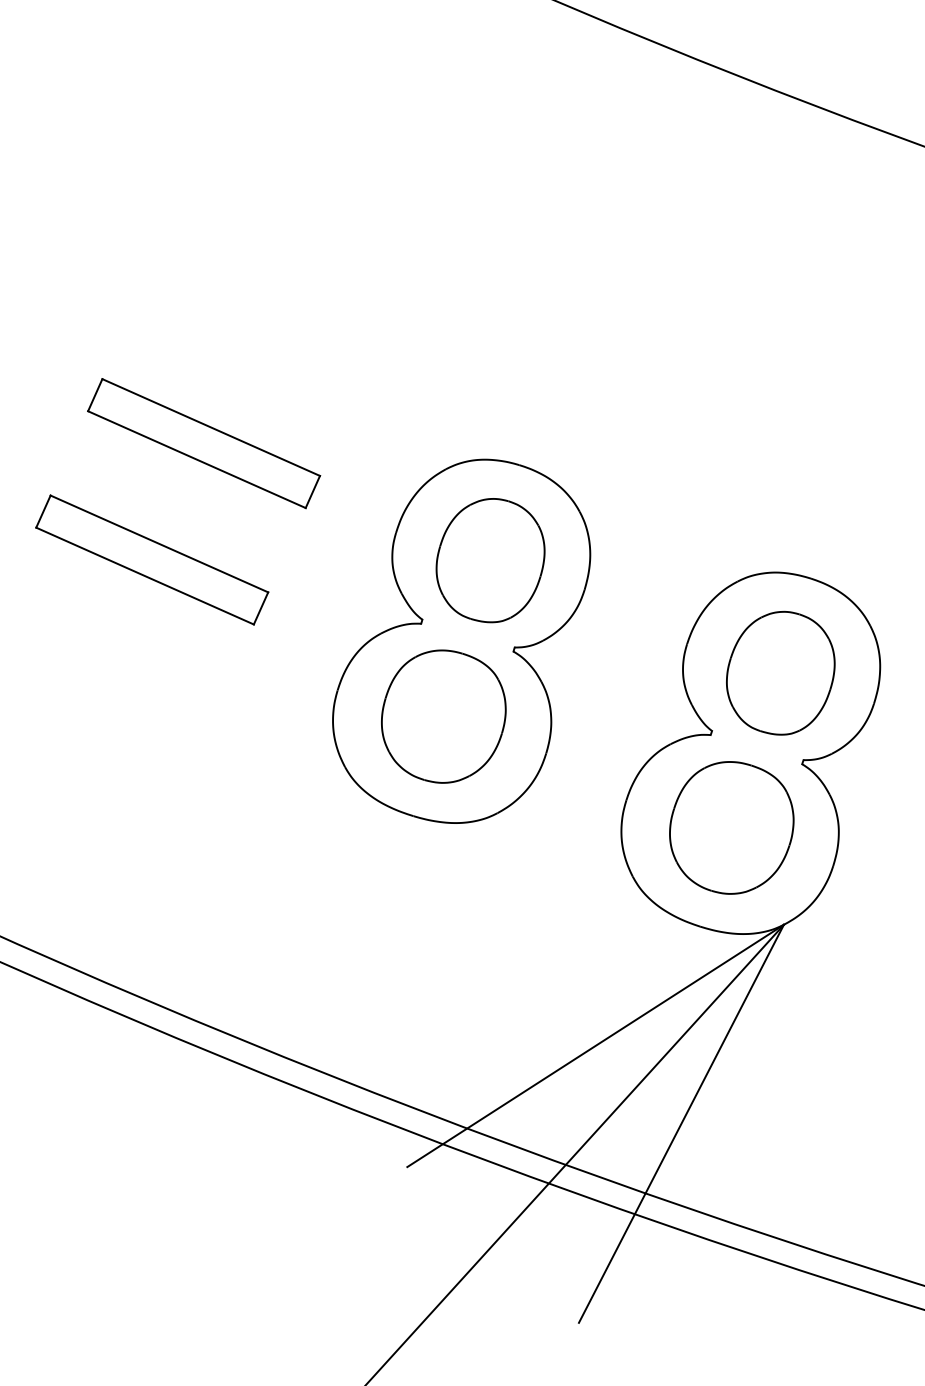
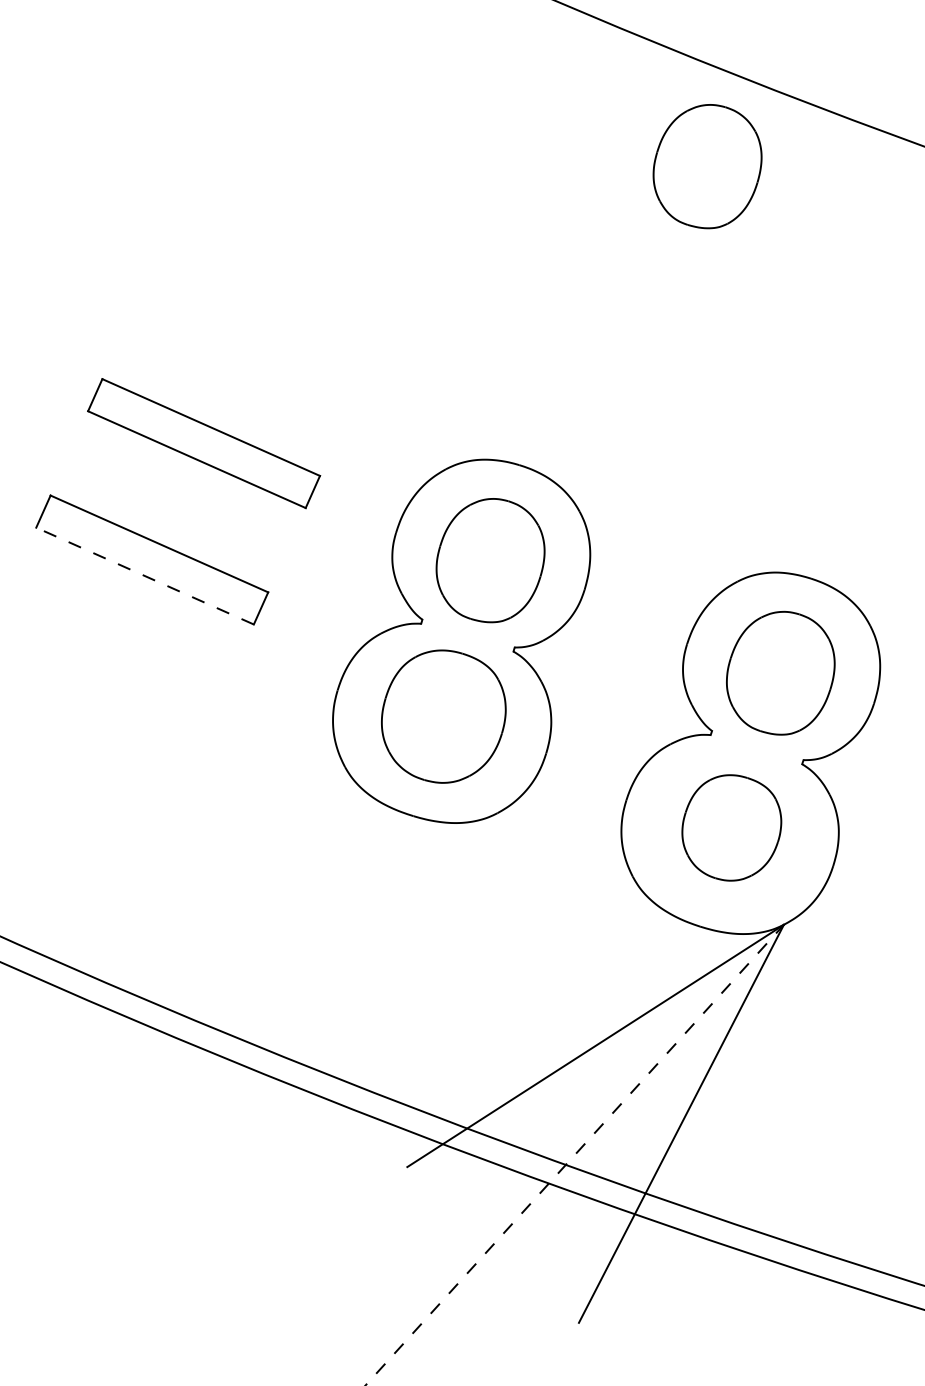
part at (707, 166): none -> present
line at (144, 575): solid -> dashed
part at (731, 827) size: 126x134 px -> 102x108 px
line at (574, 1155): solid -> dashed
